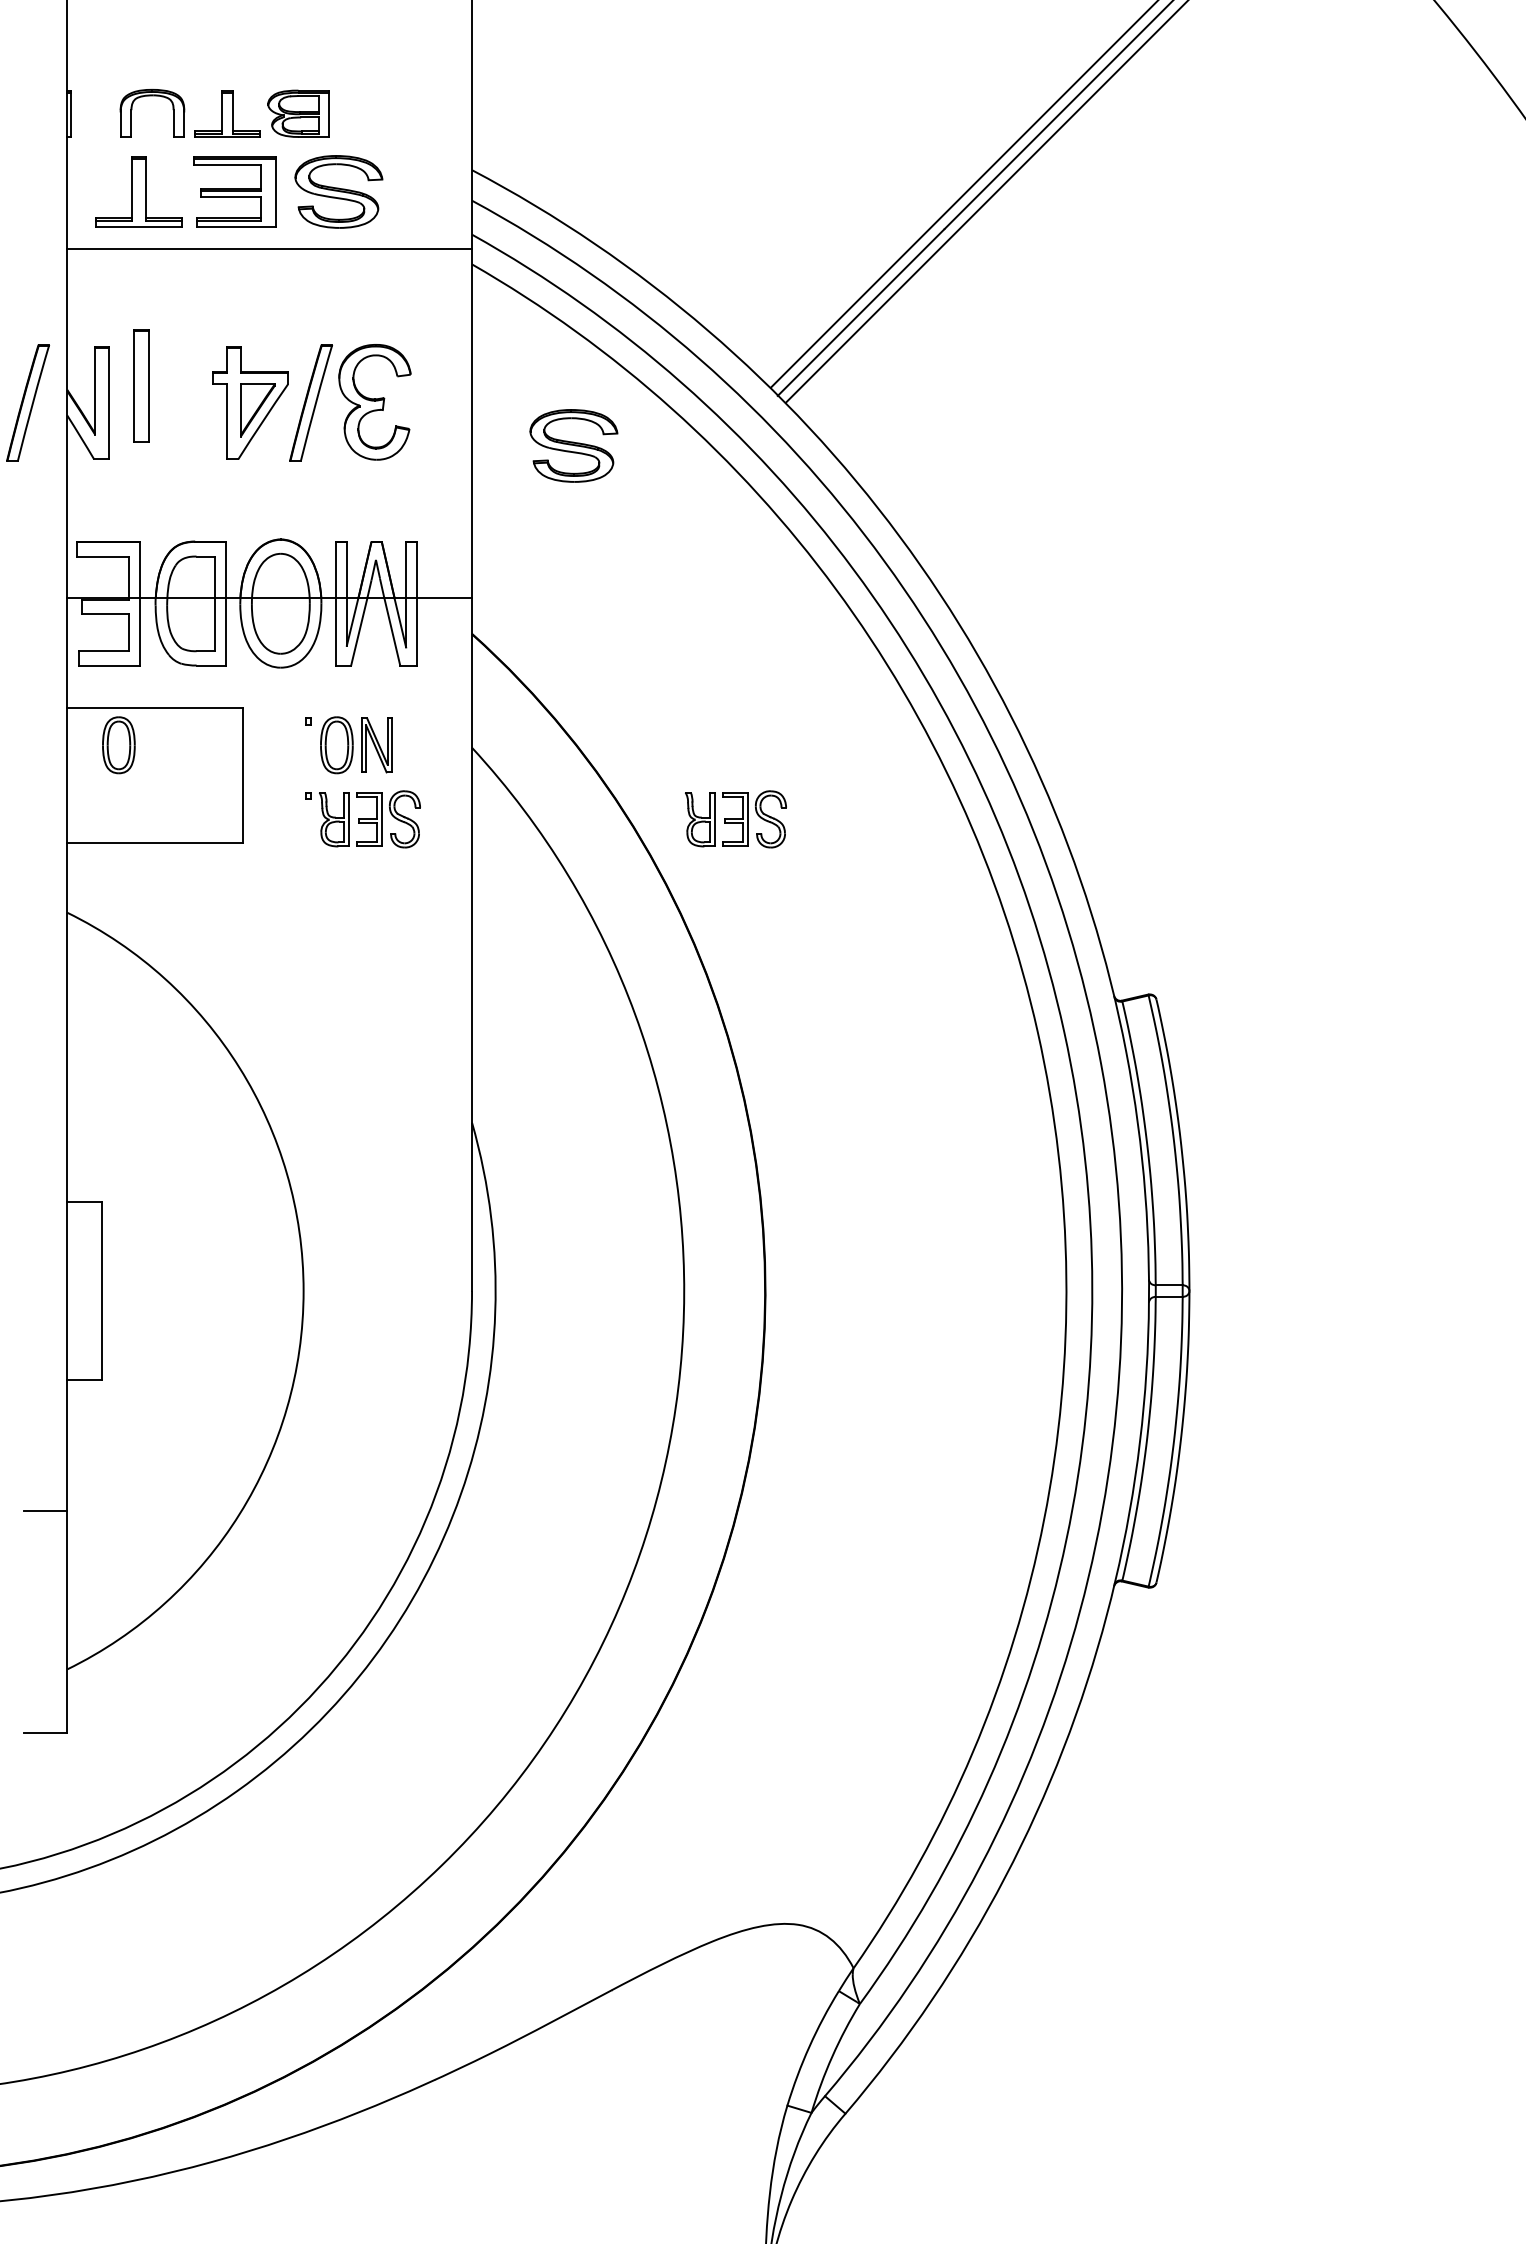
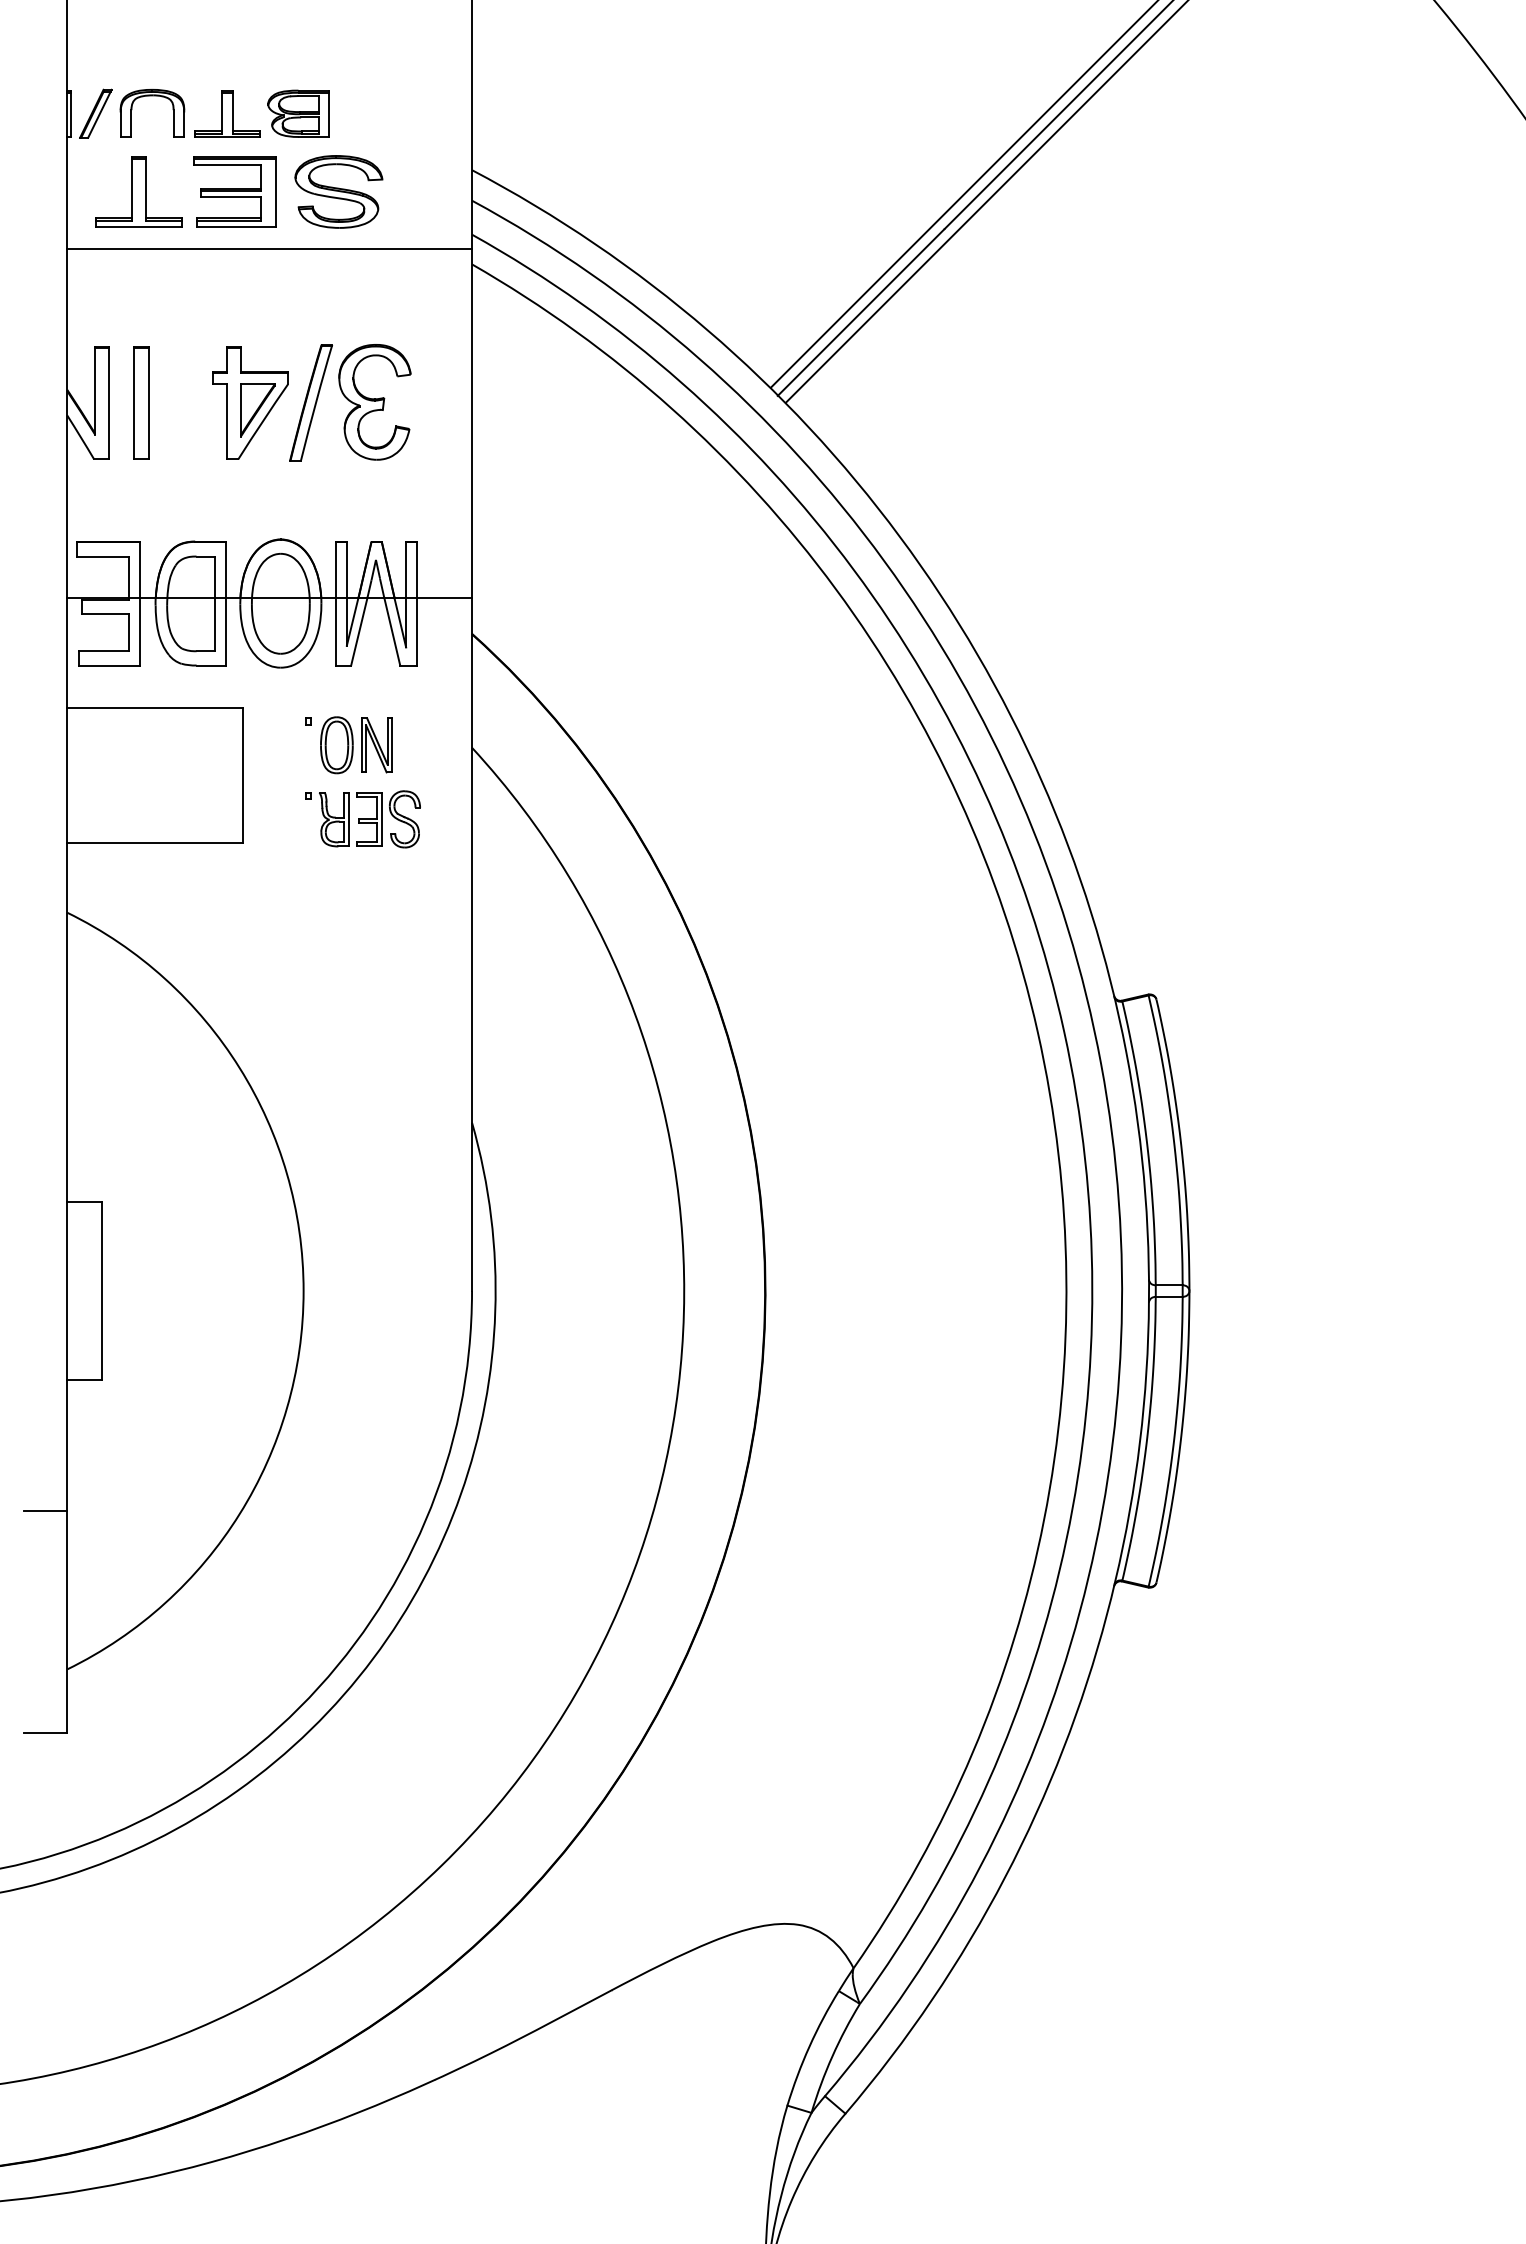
part at (95, 113): none -> present
part at (141, 385) position: (141, 385) -> (141, 402)
part at (27, 402): present -> none
part at (573, 445): present -> none
part at (118, 745): present -> none
part at (735, 819): present -> none
